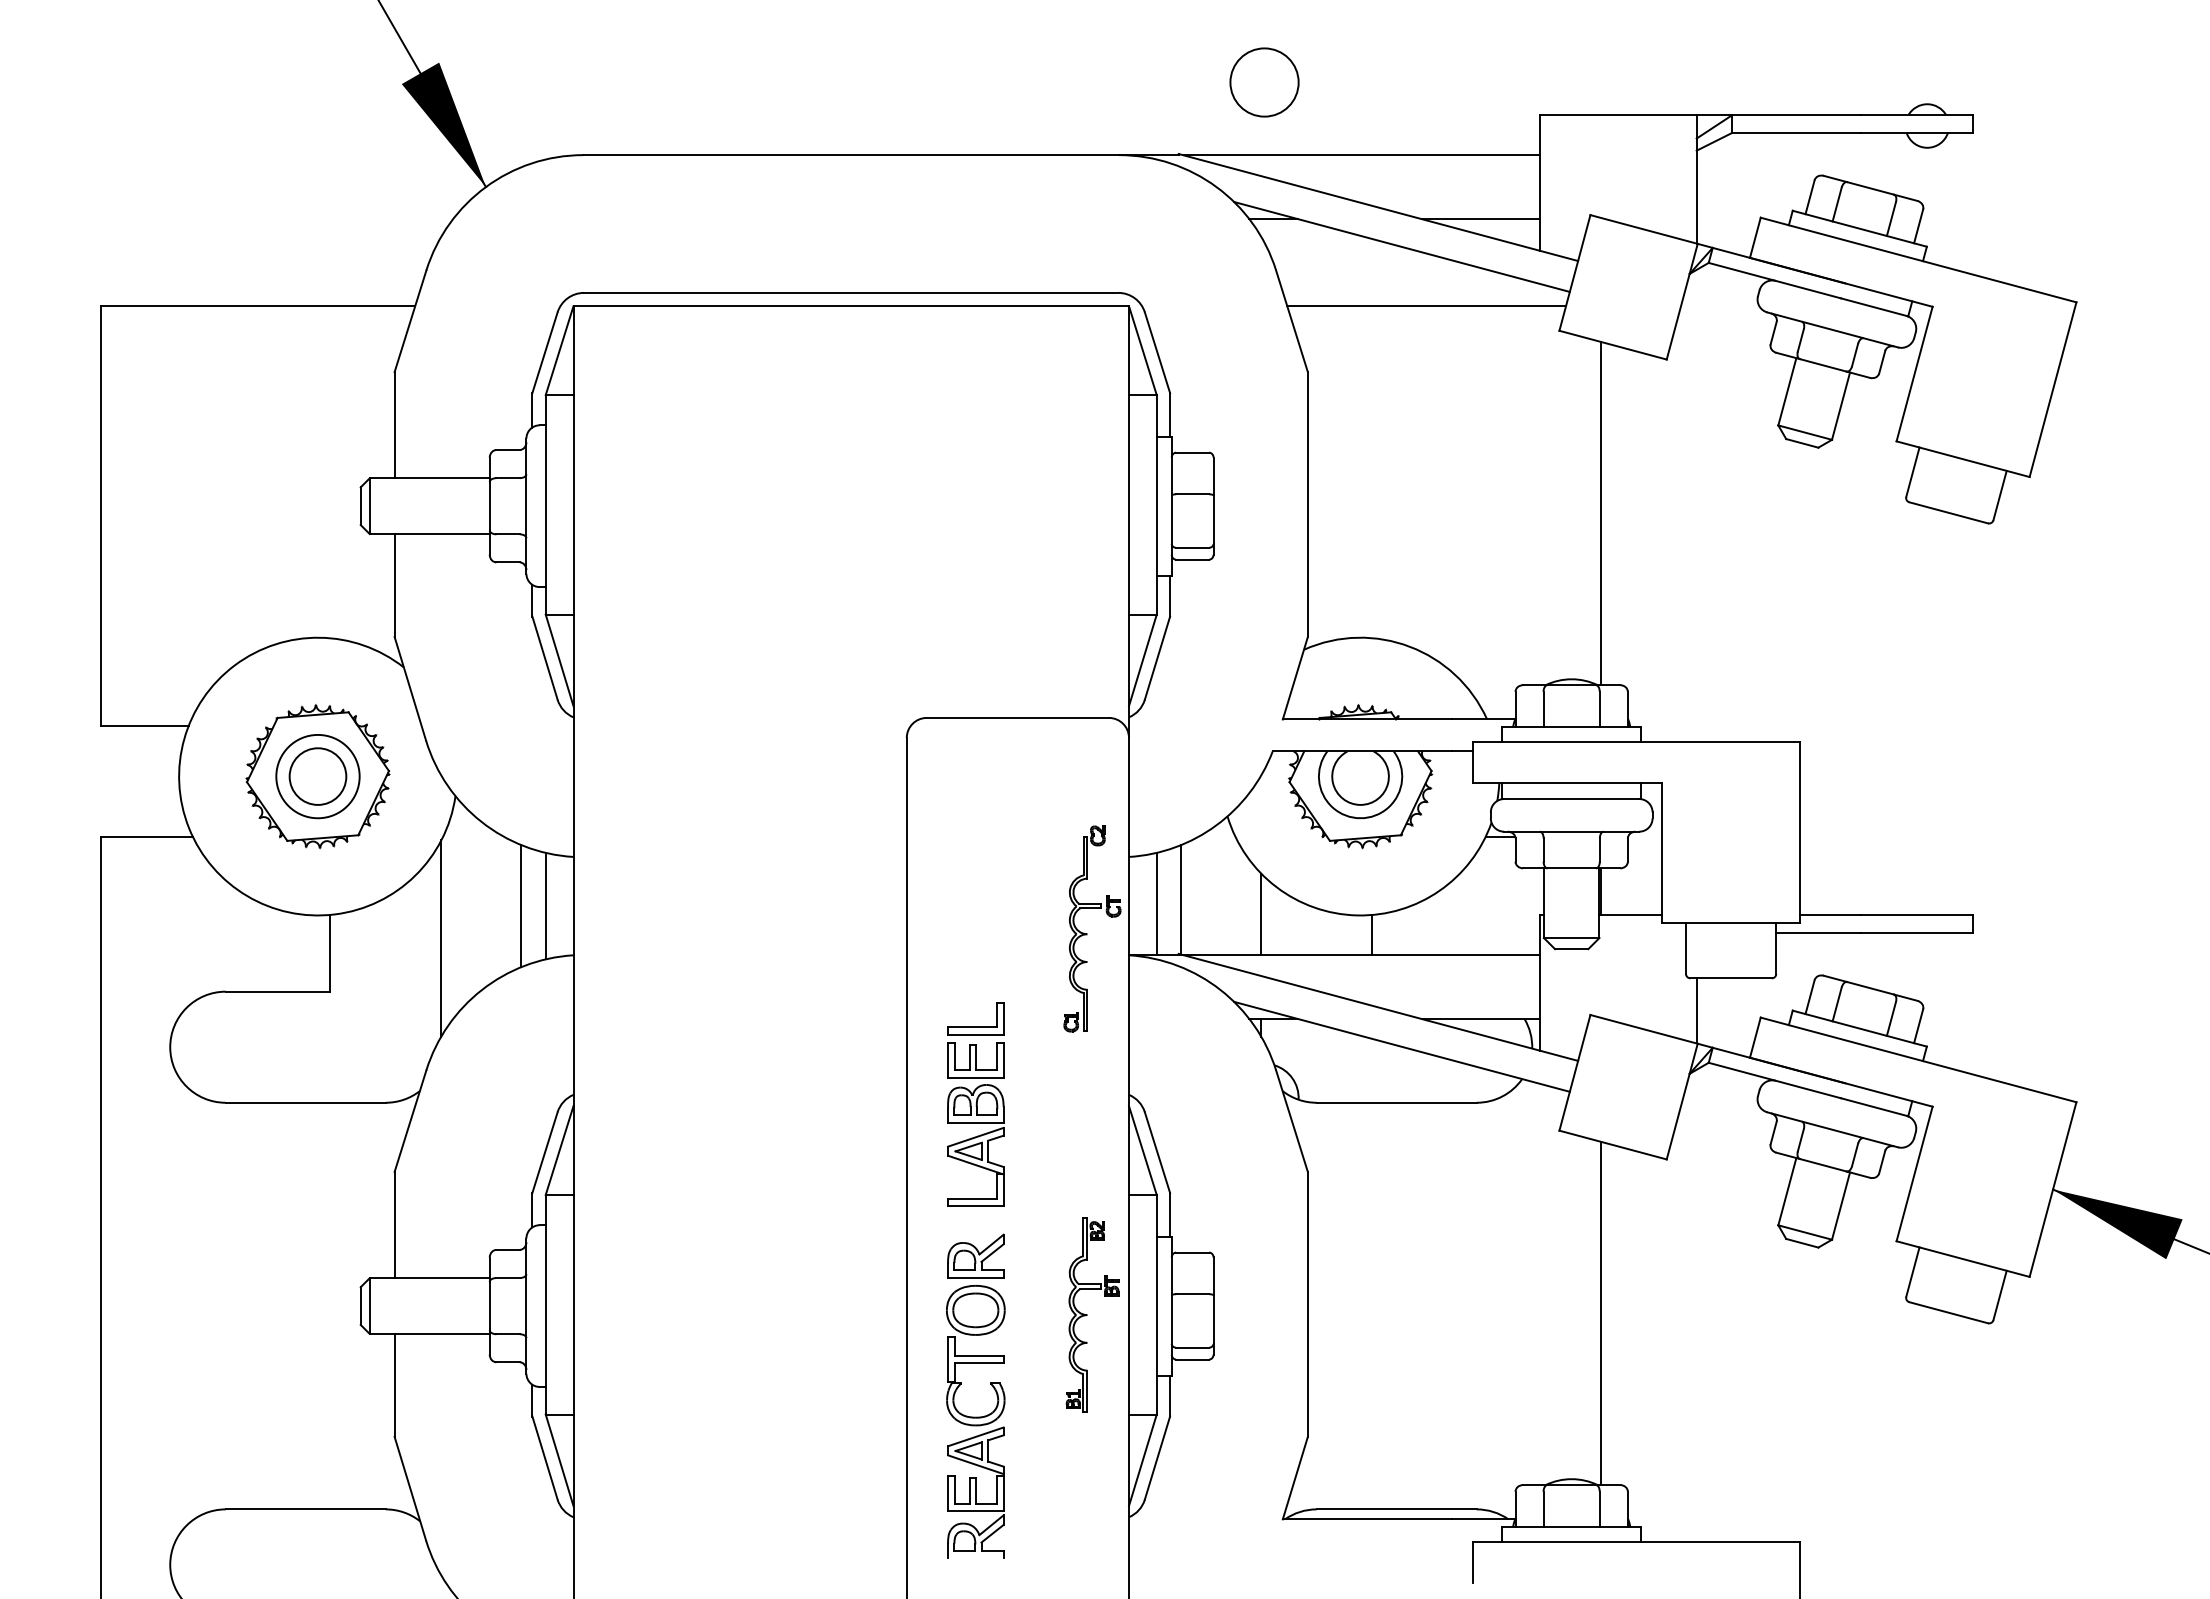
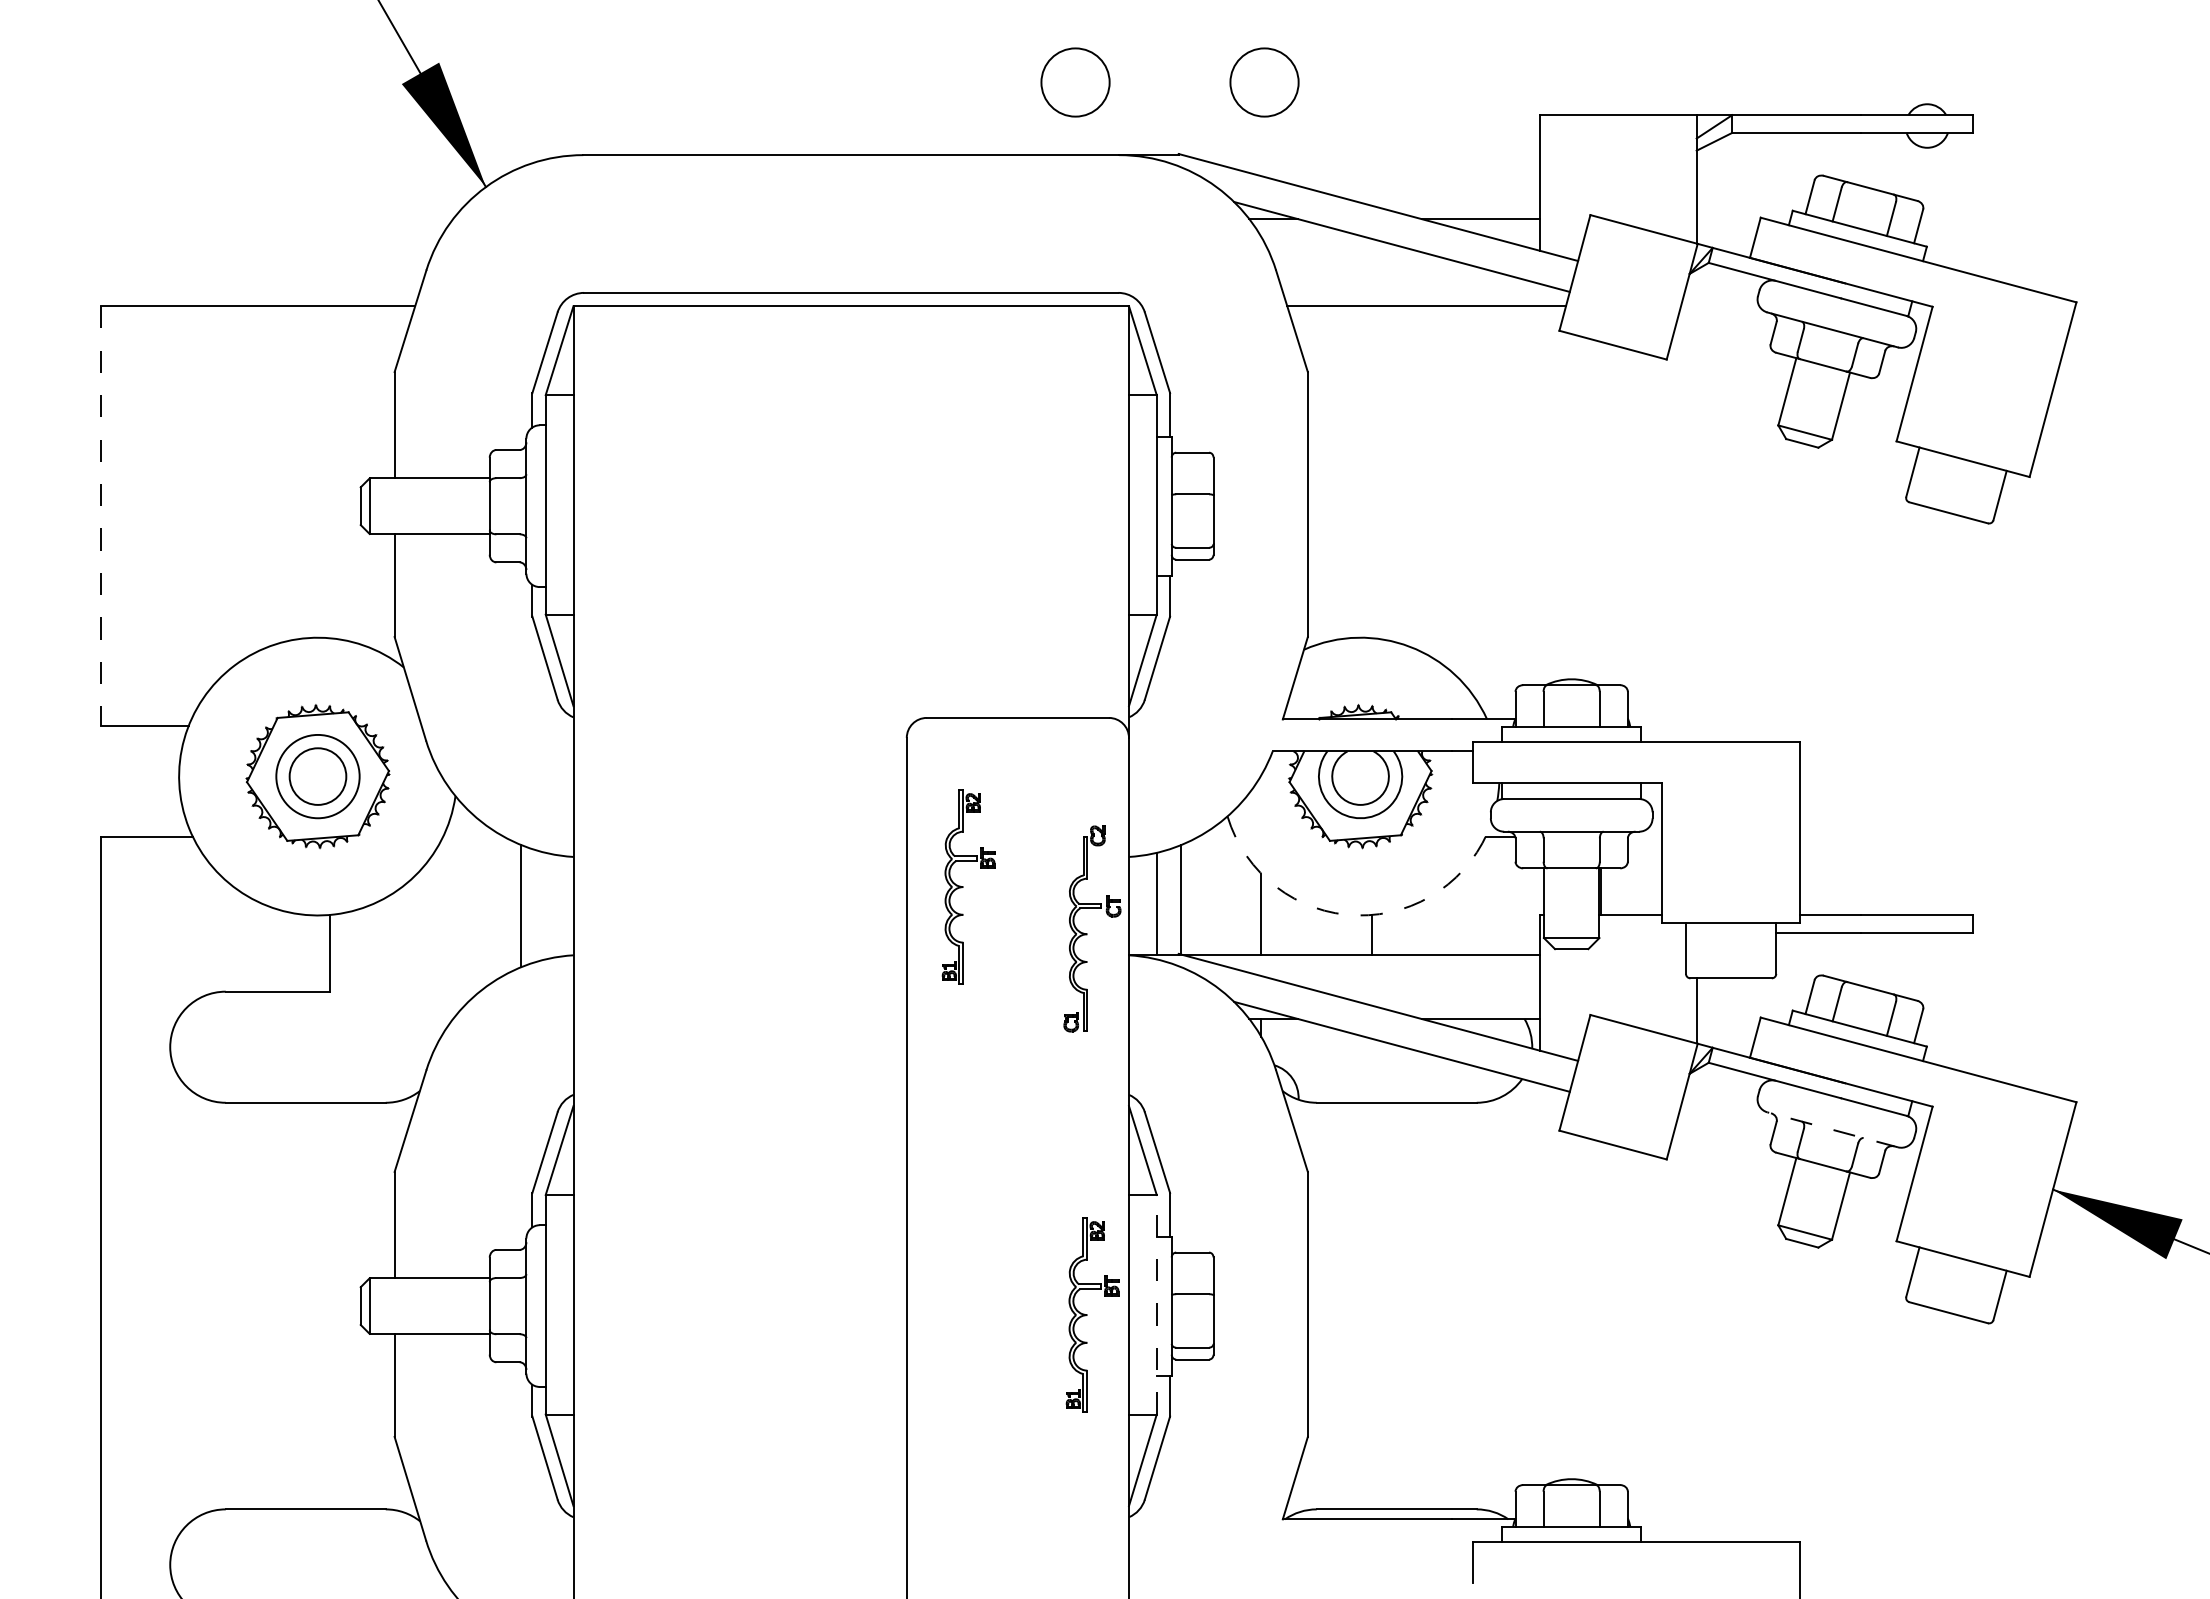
circle at (1075, 82): none -> present
line at (1361, 155): present -> none
line at (1601, 513): present -> none
line at (101, 516): solid -> dashed
part at (968, 886): none -> present
line at (545, 905): present -> none
arc at (1357, 915): solid -> dashed
line at (441, 938): present -> none
part at (975, 1104): present -> none
line at (1832, 1129): solid -> dashed
line at (1156, 1304): solid -> dashed
line at (1601, 1313): present -> none
part at (961, 1384): present -> none
